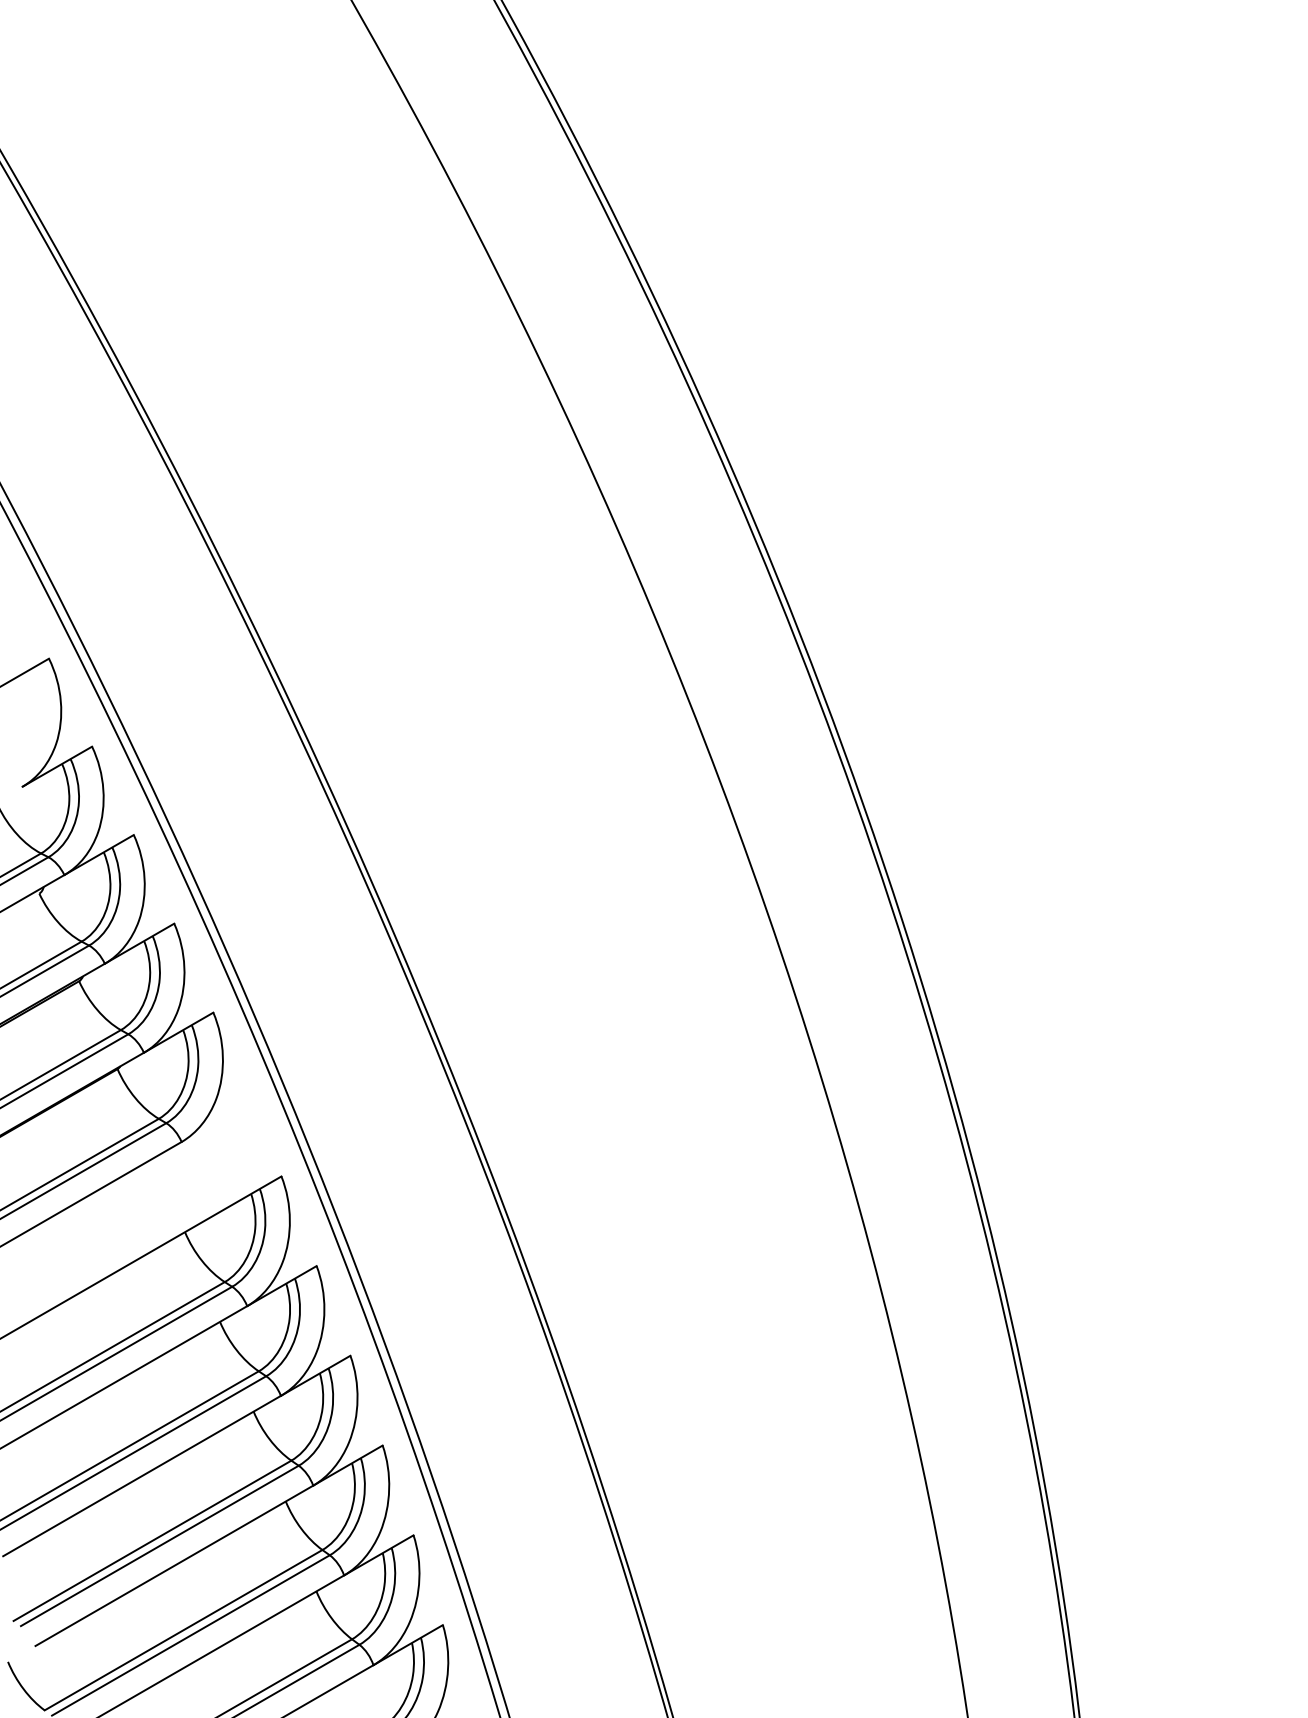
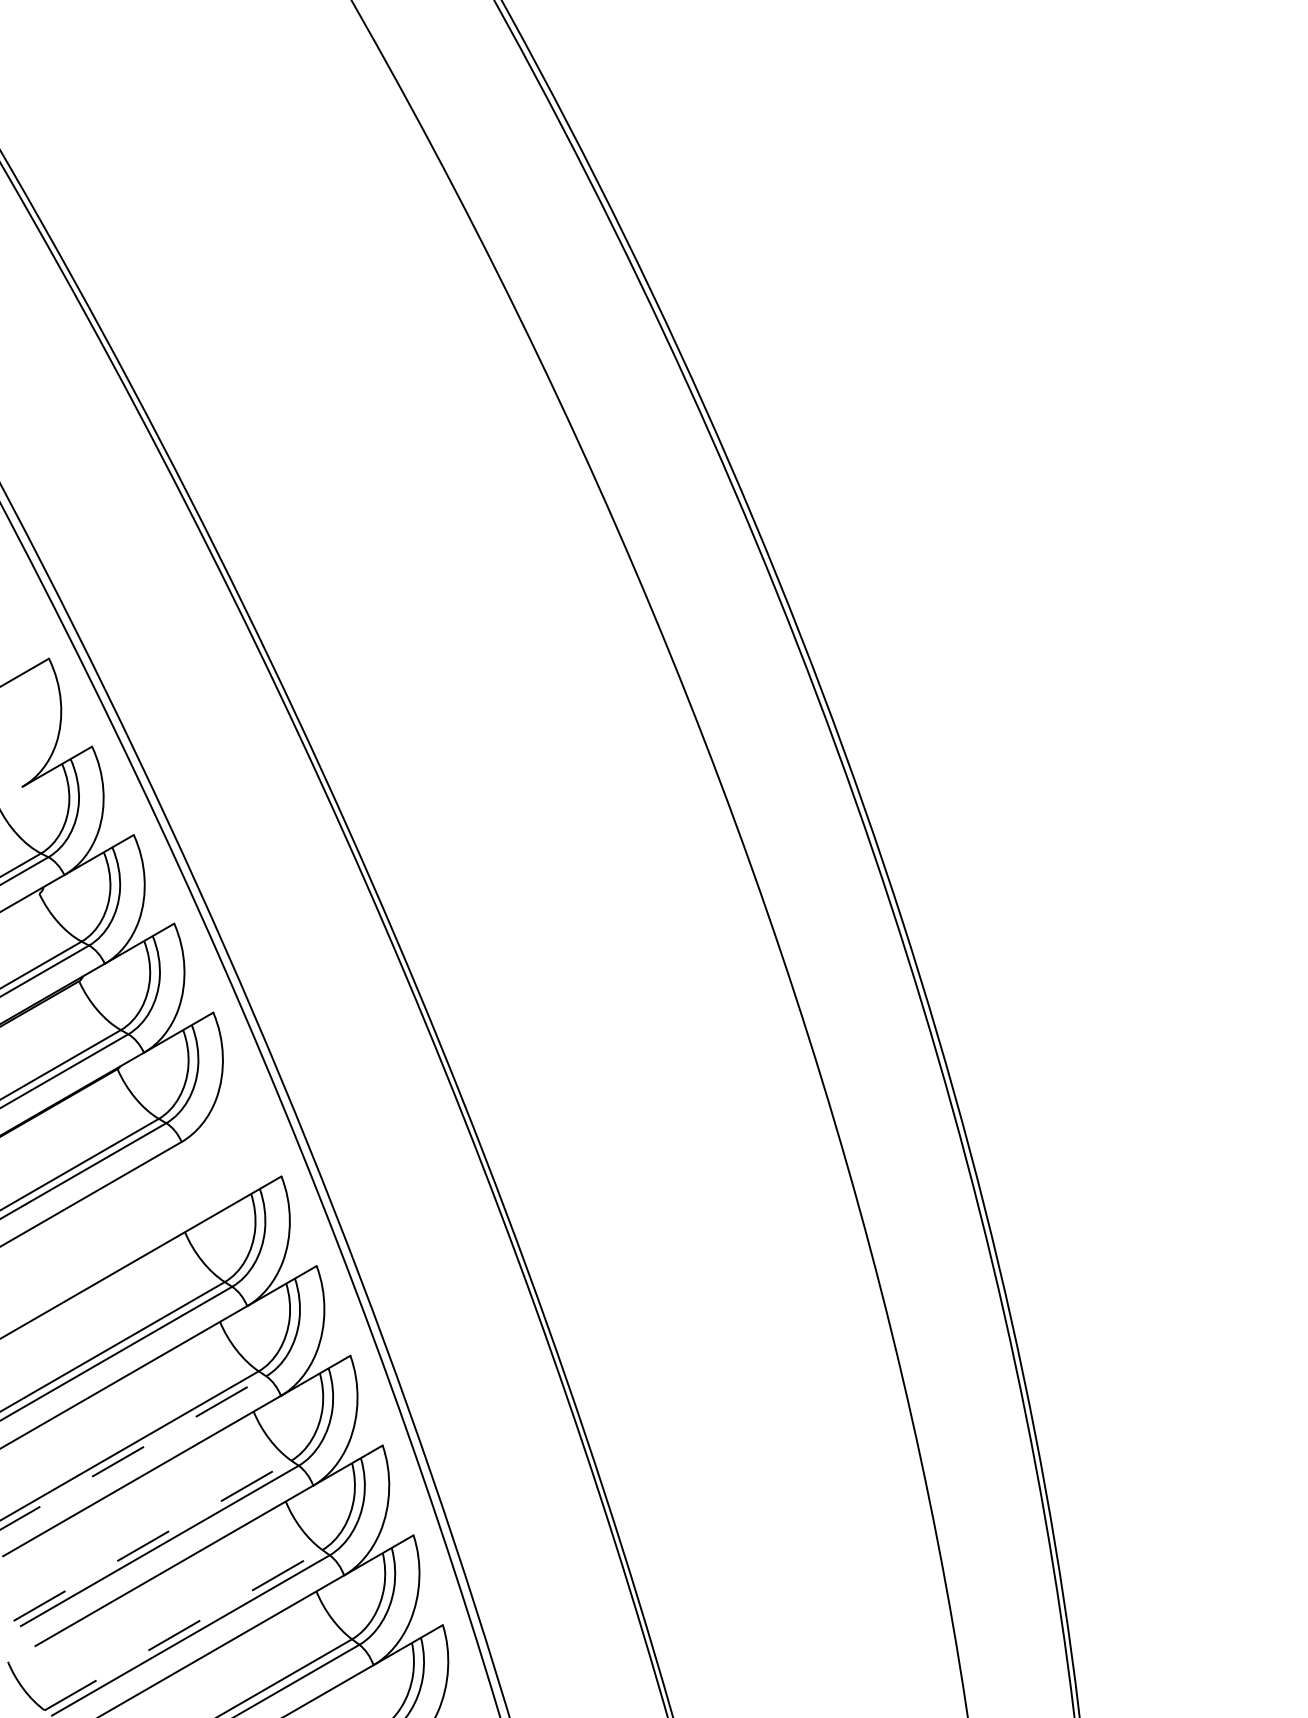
line at (133, 1452): solid -> dashed
line at (152, 1540): solid -> dashed
line at (184, 1629): solid -> dashed
